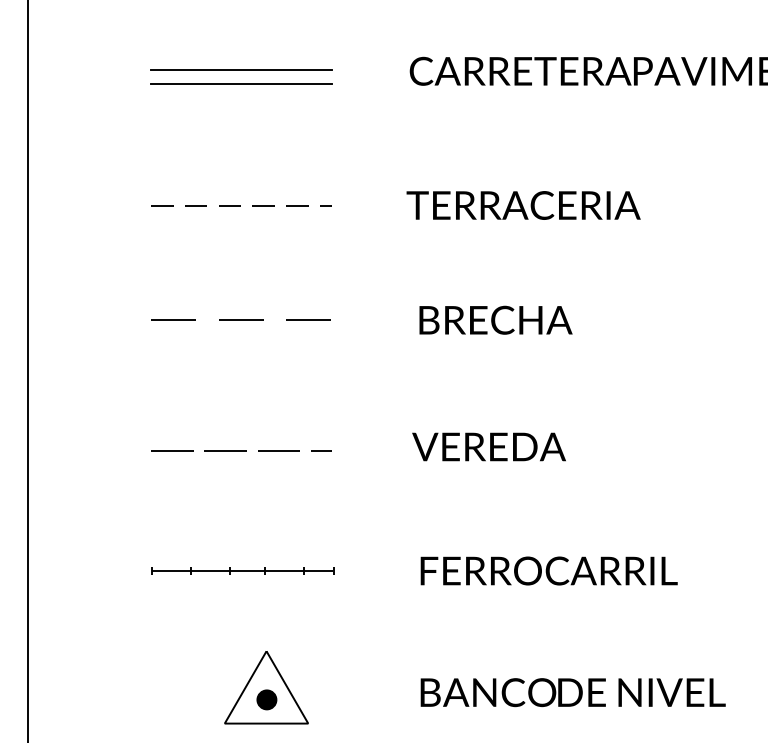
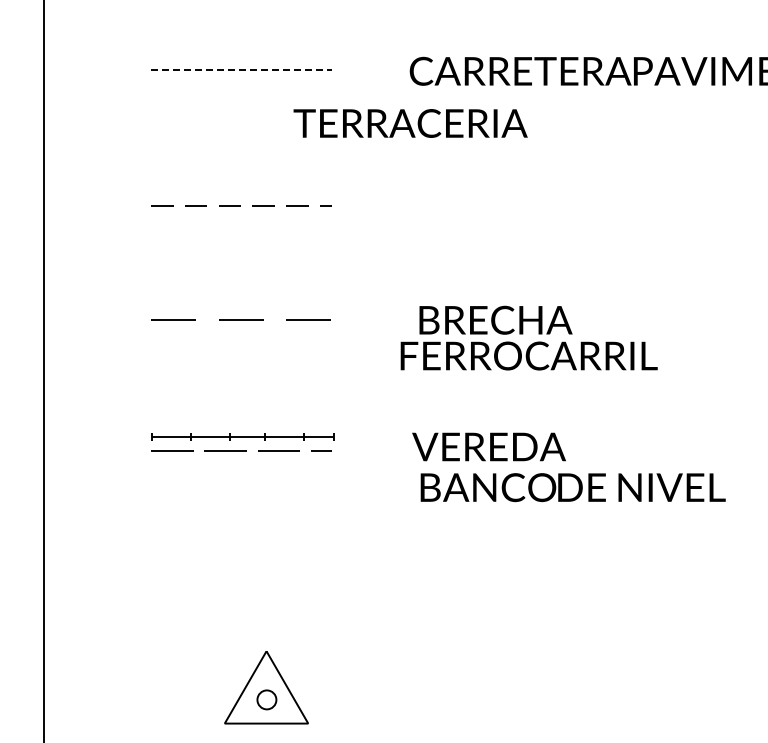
line at (241, 69): solid -> dashed
line at (241, 84): present -> none
text at (523, 205) position: (523, 205) -> (410, 123)
line at (27, 370) position: (27, 370) -> (43, 370)
part at (242, 570) position: (242, 570) -> (242, 436)
text at (548, 570) position: (548, 570) -> (528, 355)
text at (572, 692) position: (572, 692) -> (572, 487)
fill at (266, 699): present -> none
